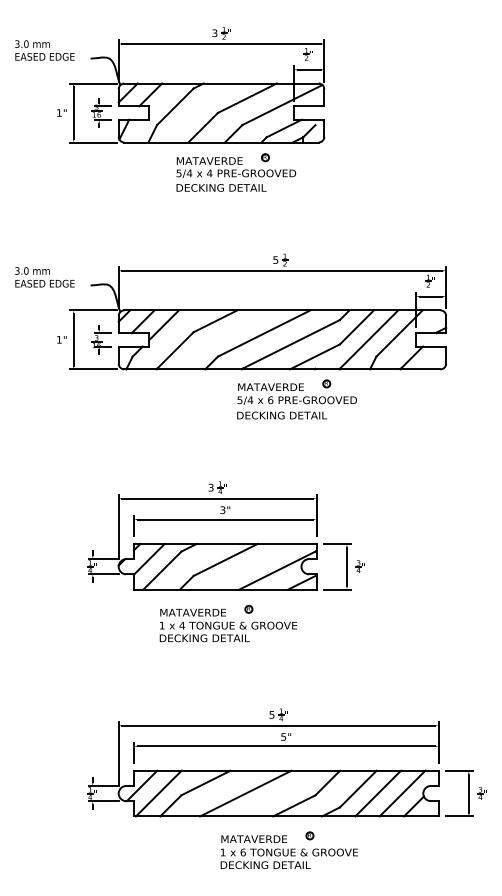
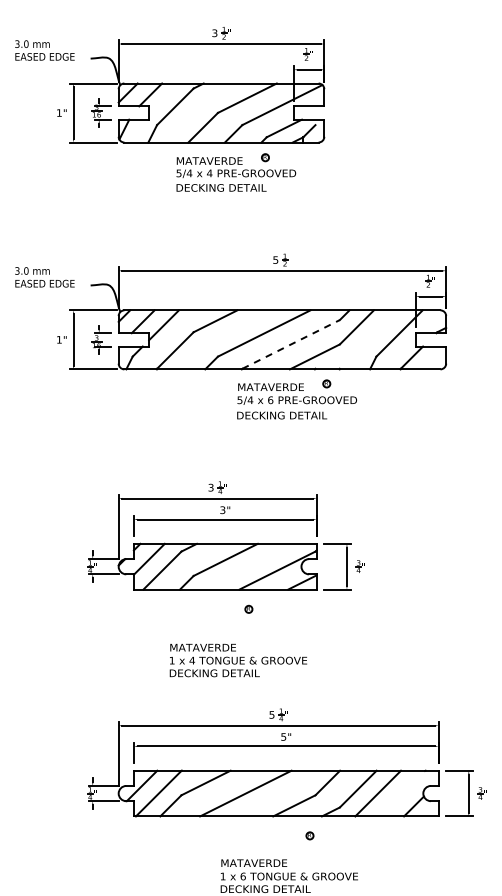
line at (368, 339): present -> none
line at (291, 344): solid -> dashed
text at (227, 625) position: (227, 625) -> (237, 660)
line at (402, 793): present -> none
text at (288, 851) position: (288, 851) -> (288, 875)
